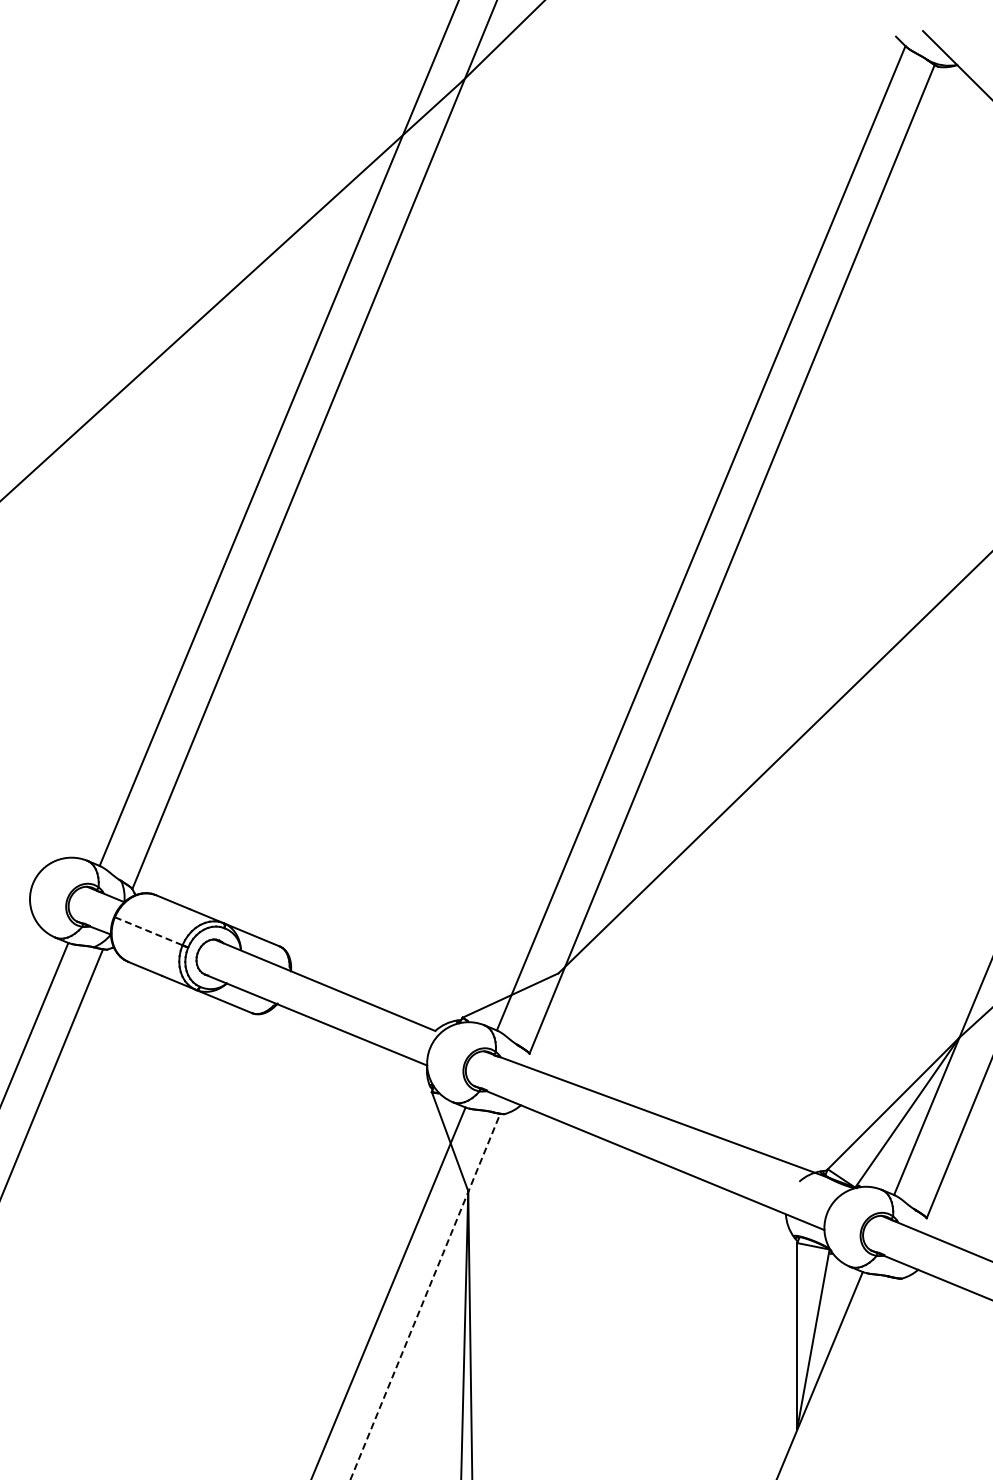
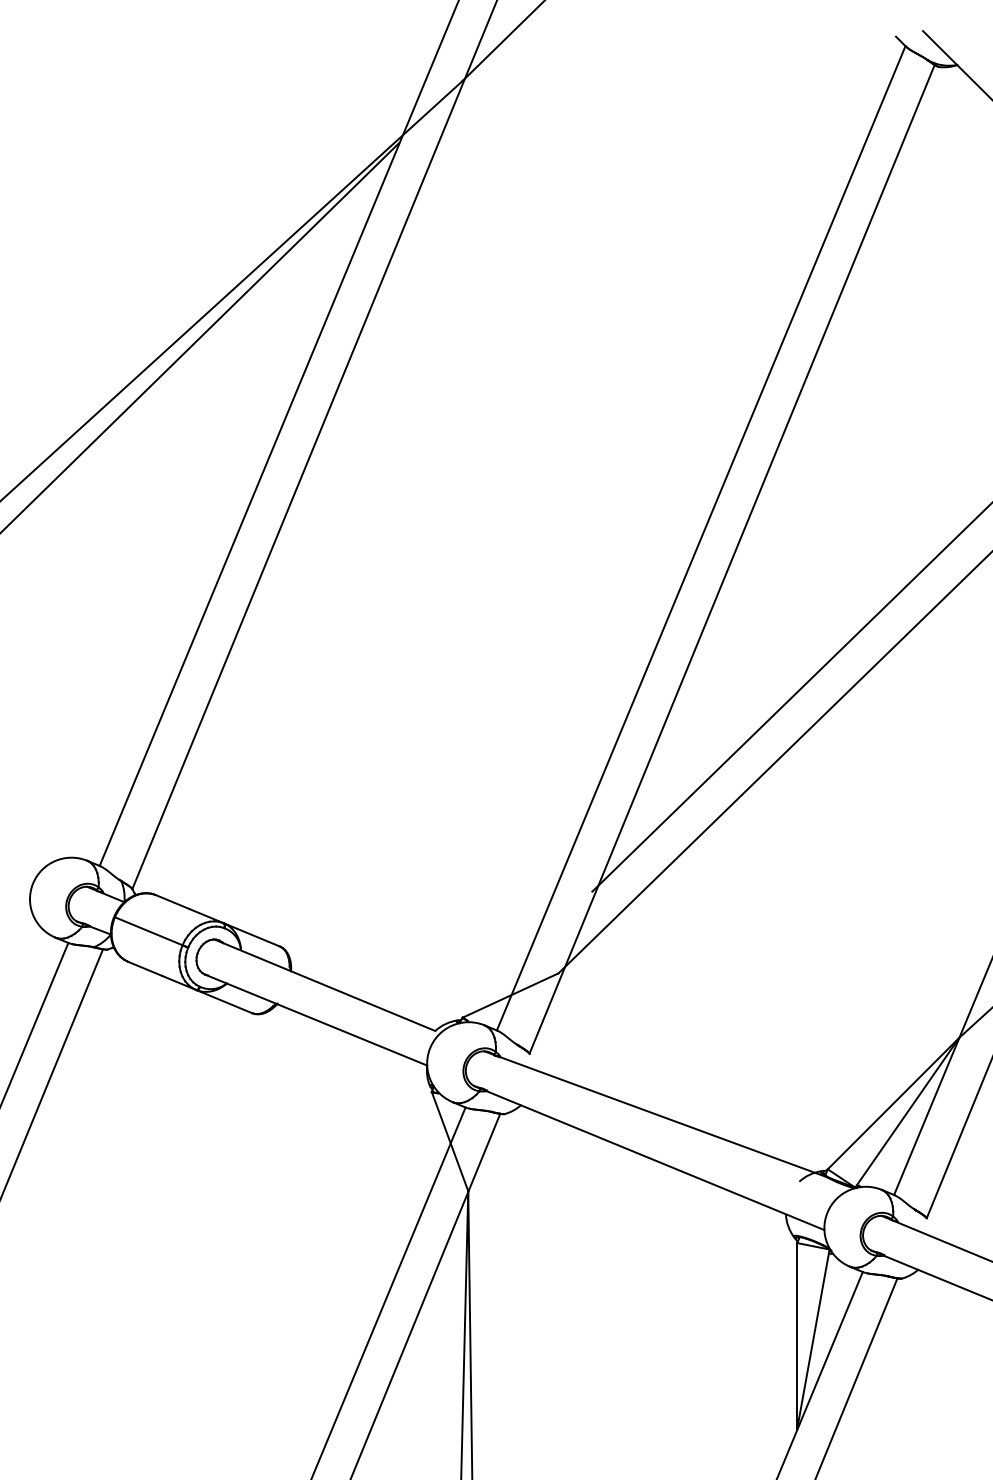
line at (200, 337): none -> present
line at (790, 698): none -> present
line at (148, 931): dashed -> solid
line at (425, 1296): dashed -> solid
line at (856, 1377): none -> present
